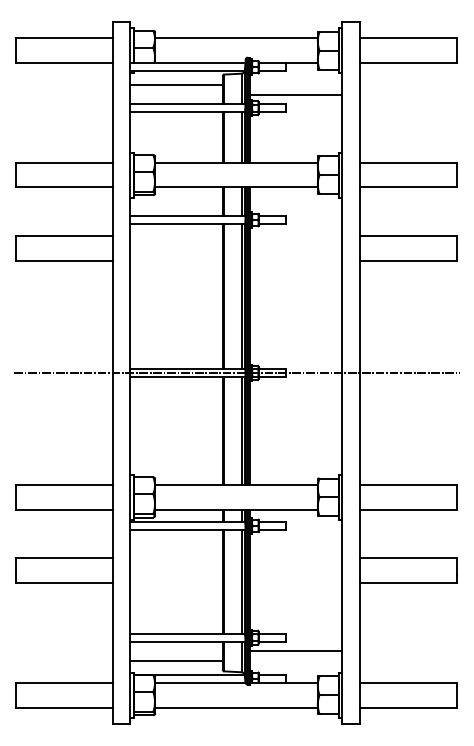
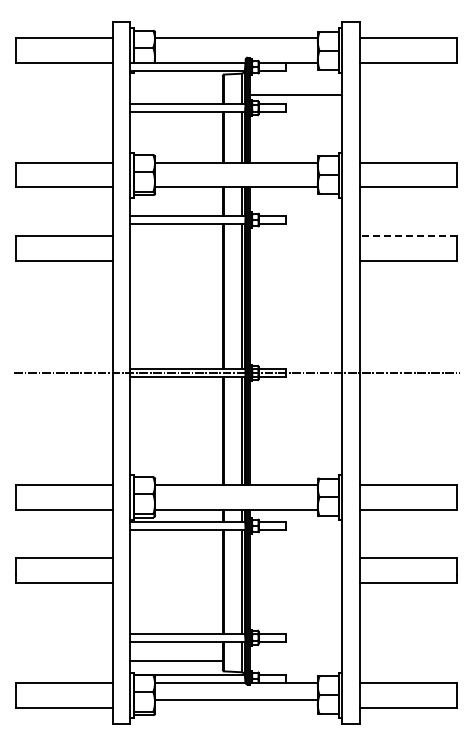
line at (176, 84): present -> none
line at (408, 236): solid -> dashed
line at (296, 650): present -> none
line at (236, 707) position: (236, 707) -> (236, 699)
